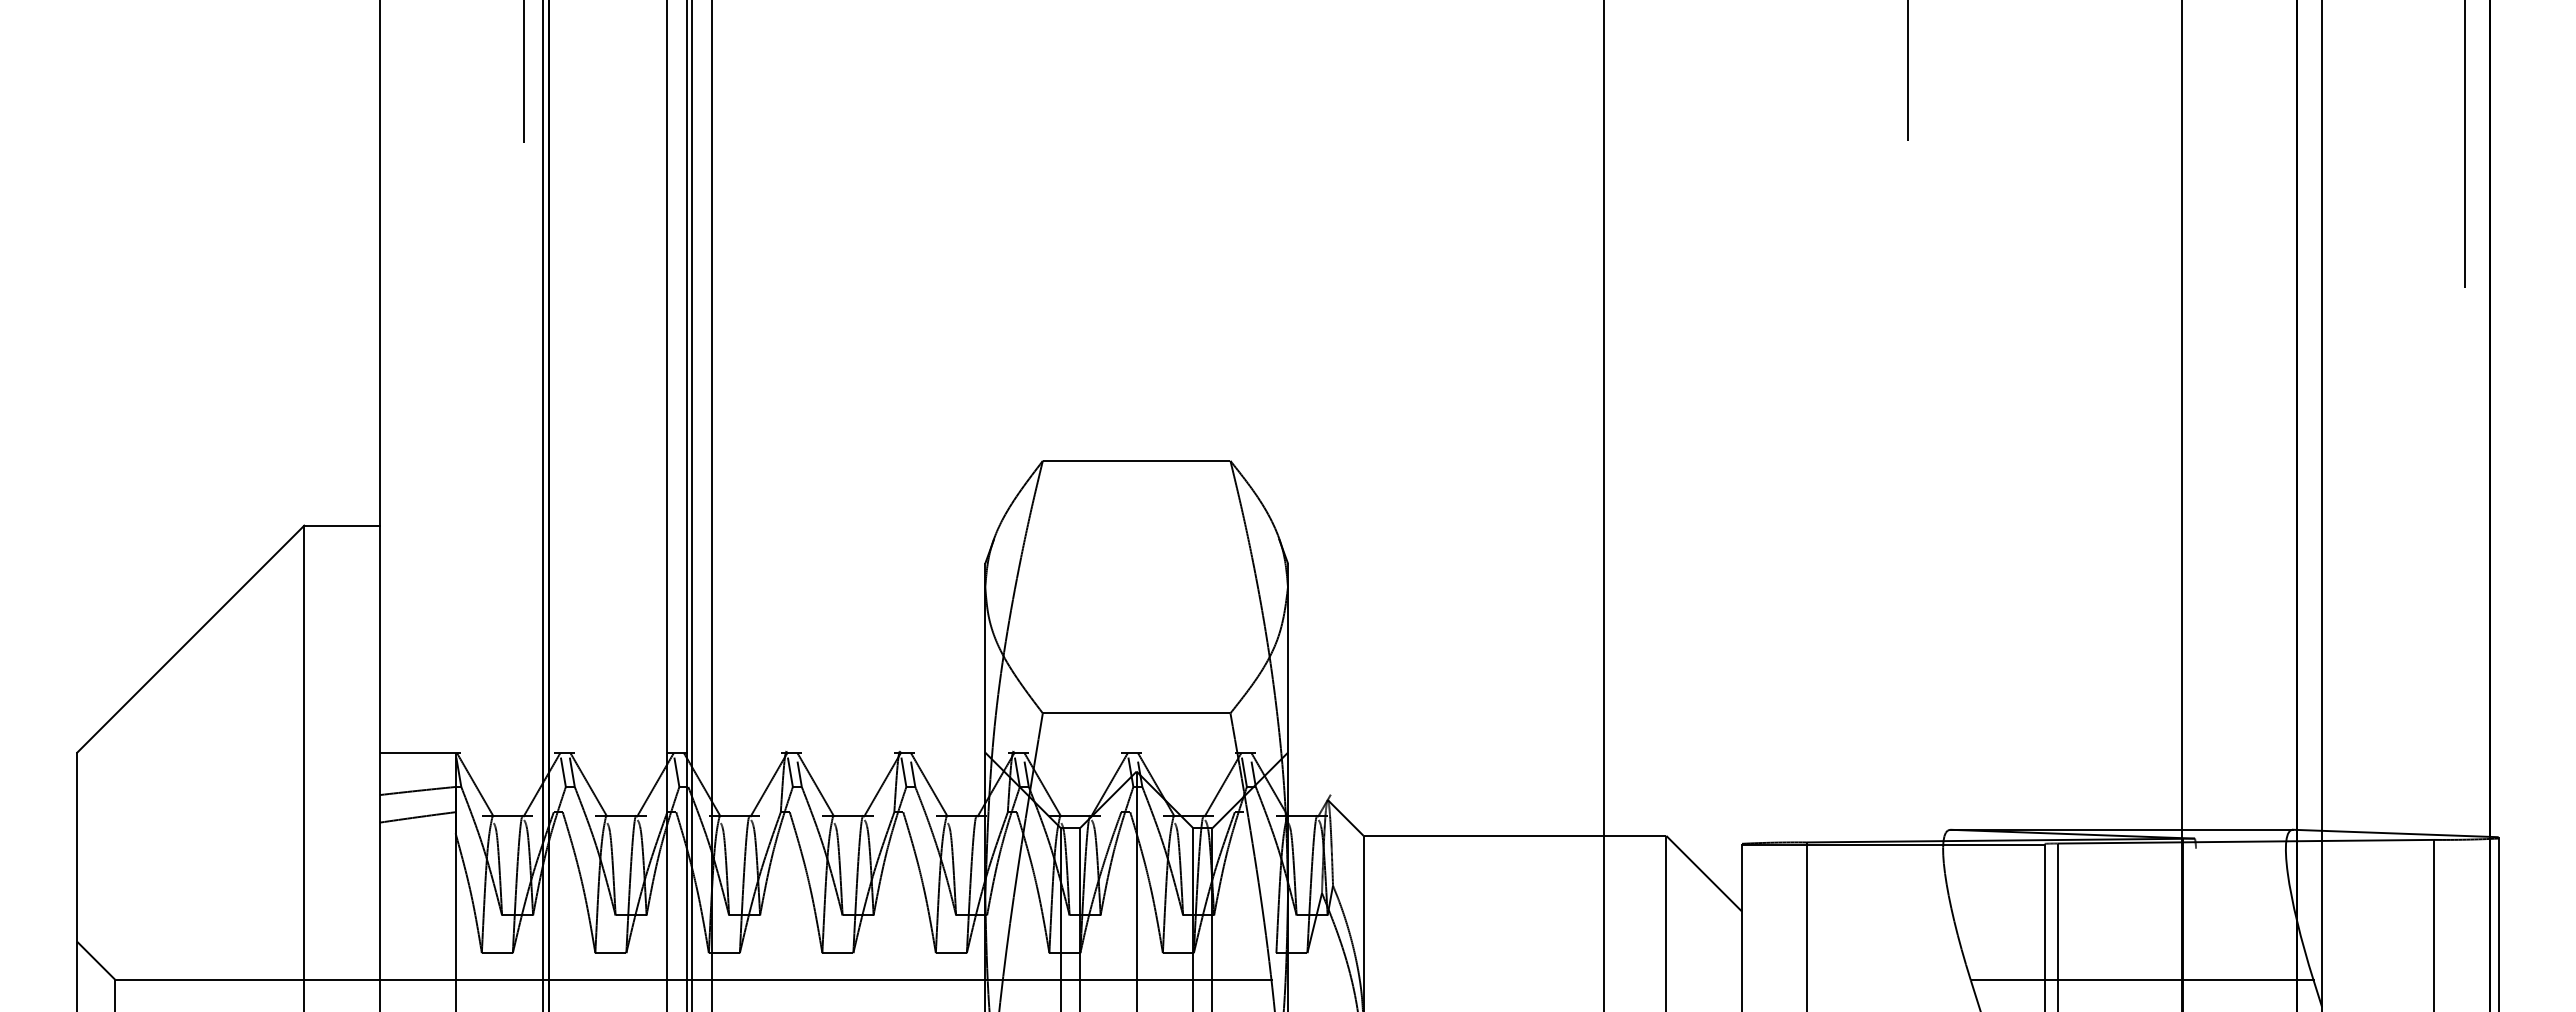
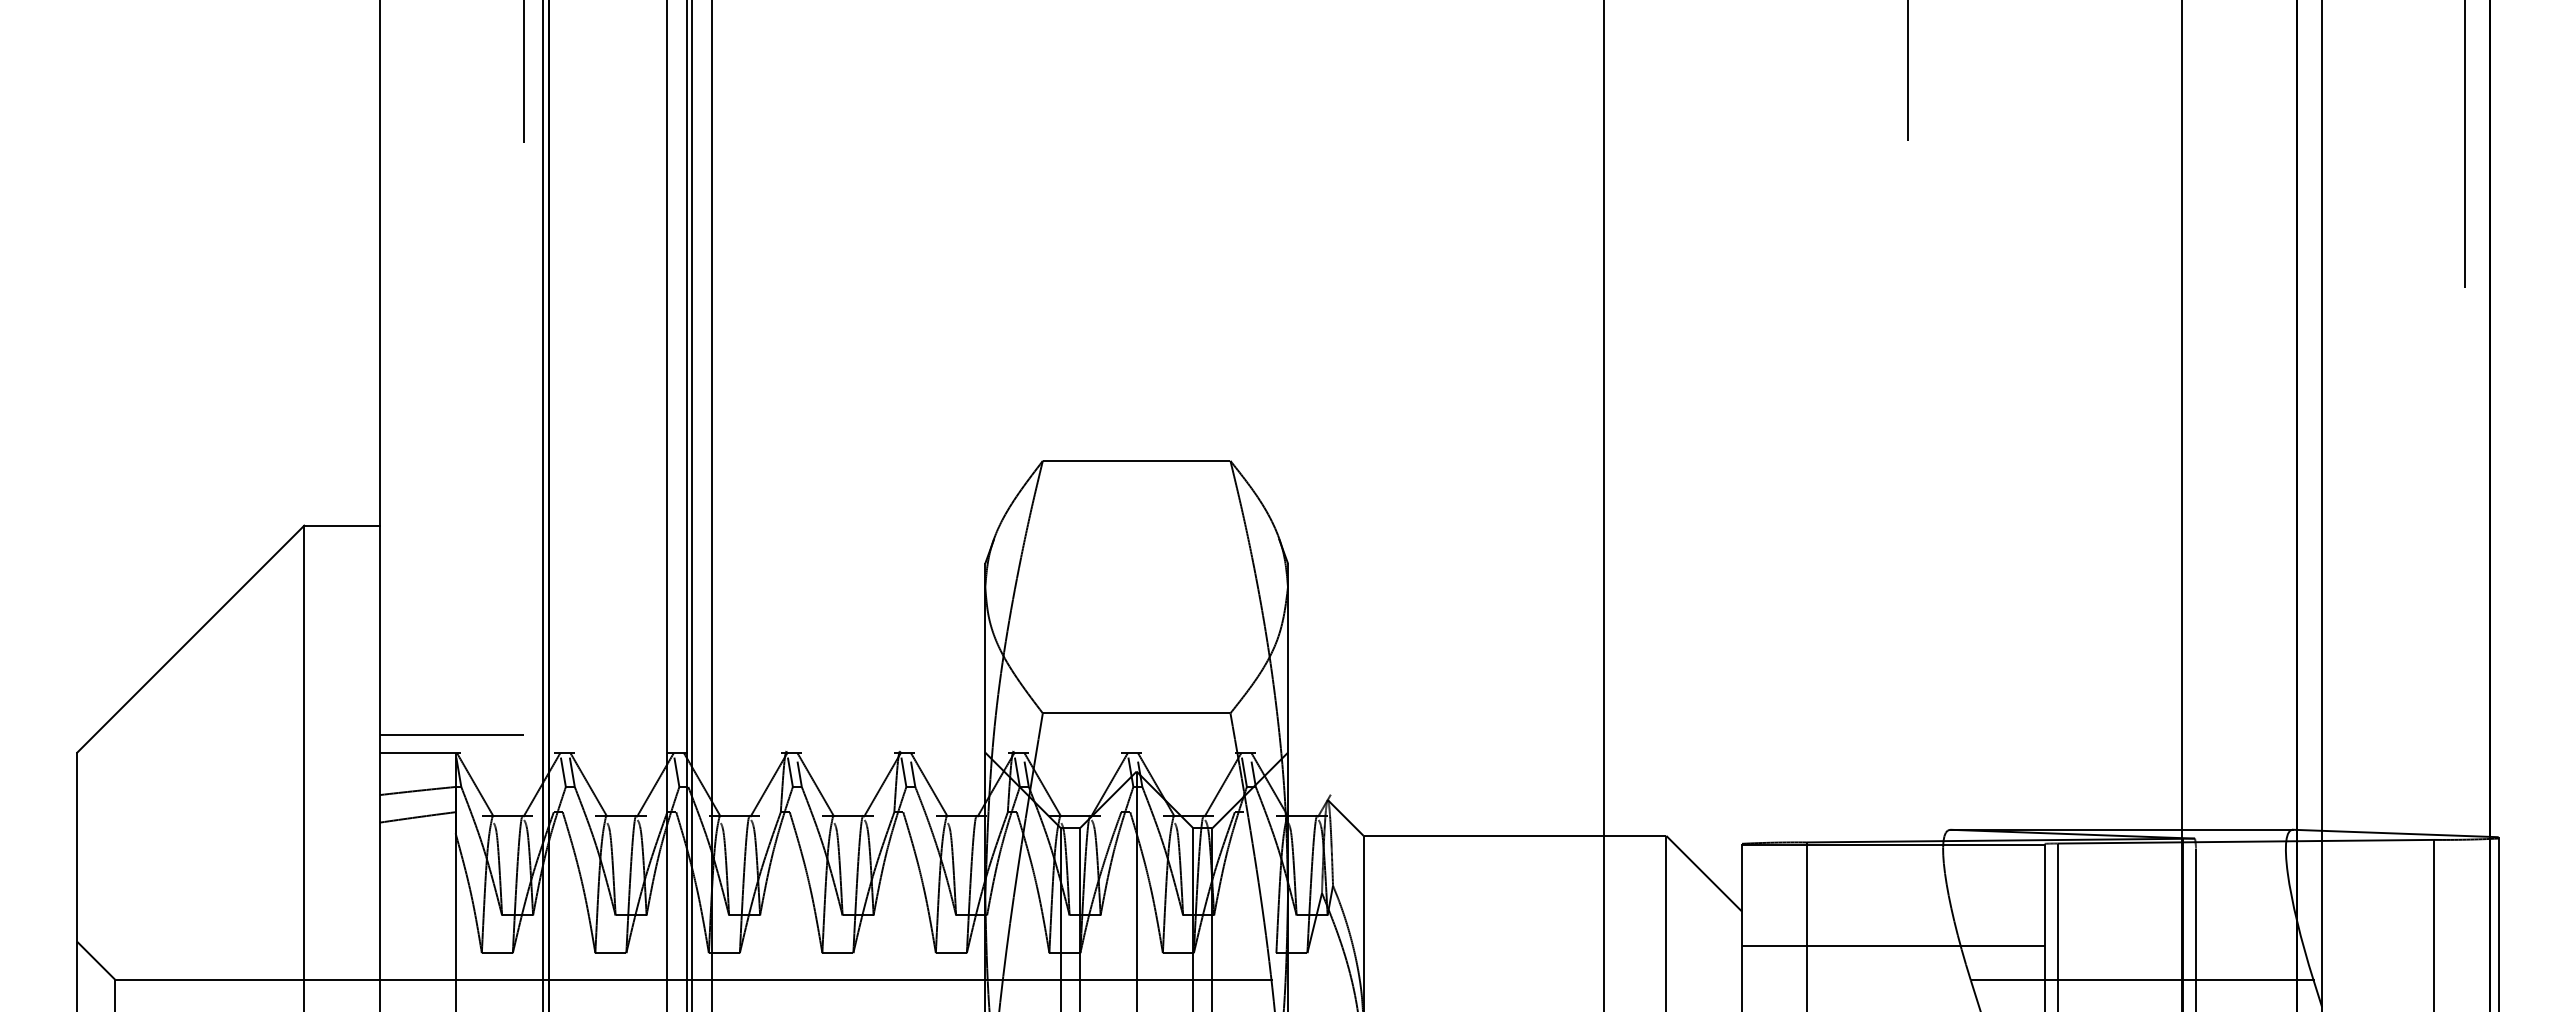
line at (451, 734): none -> present
line at (2196, 928): none -> present
line at (1893, 945): none -> present
